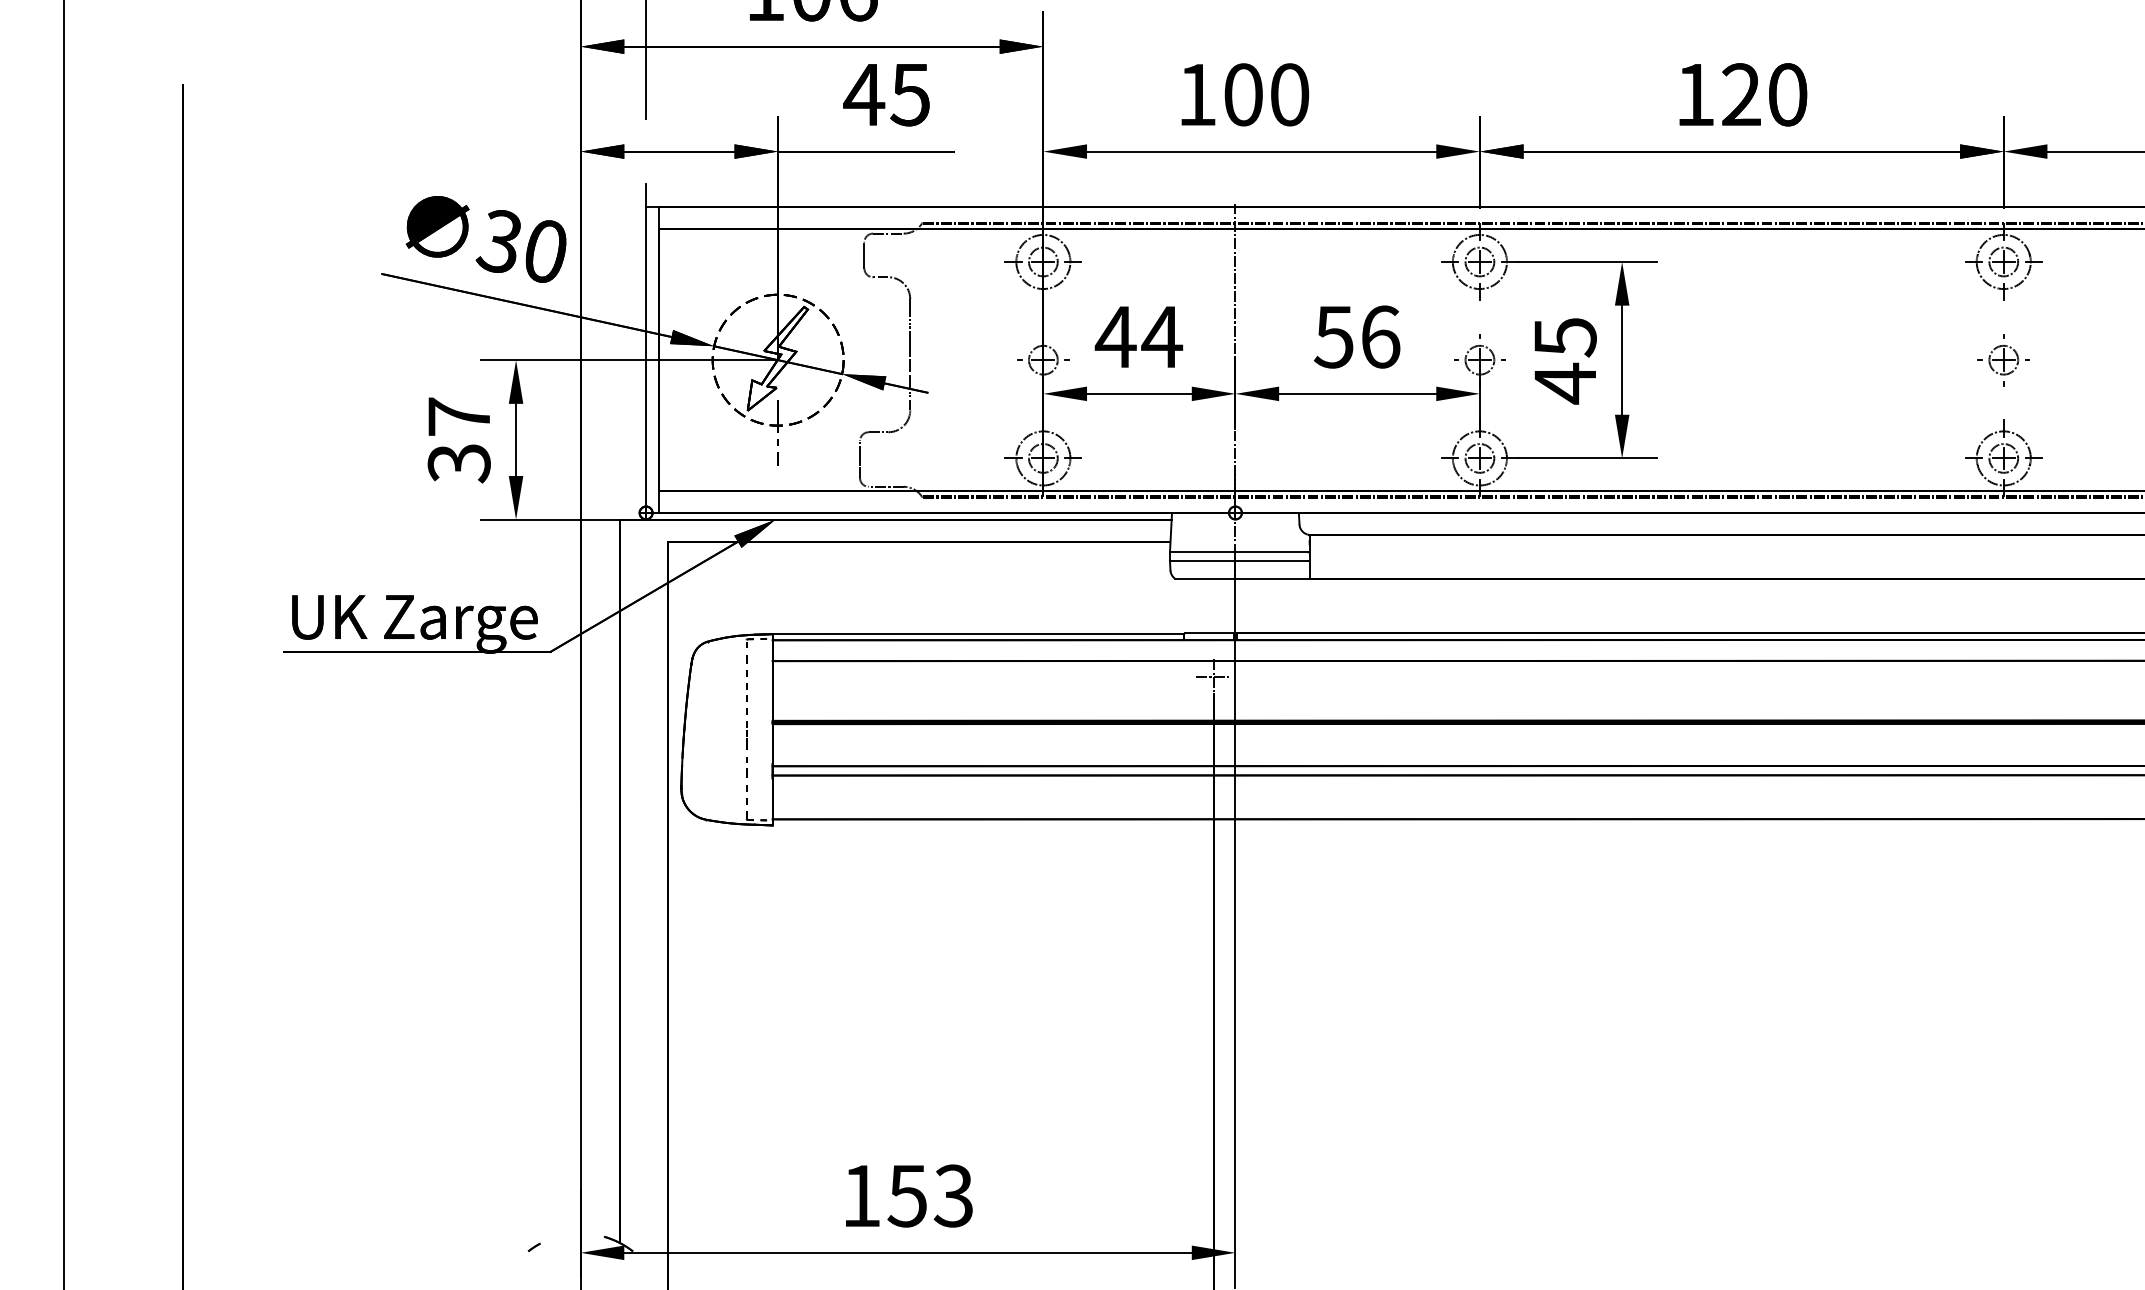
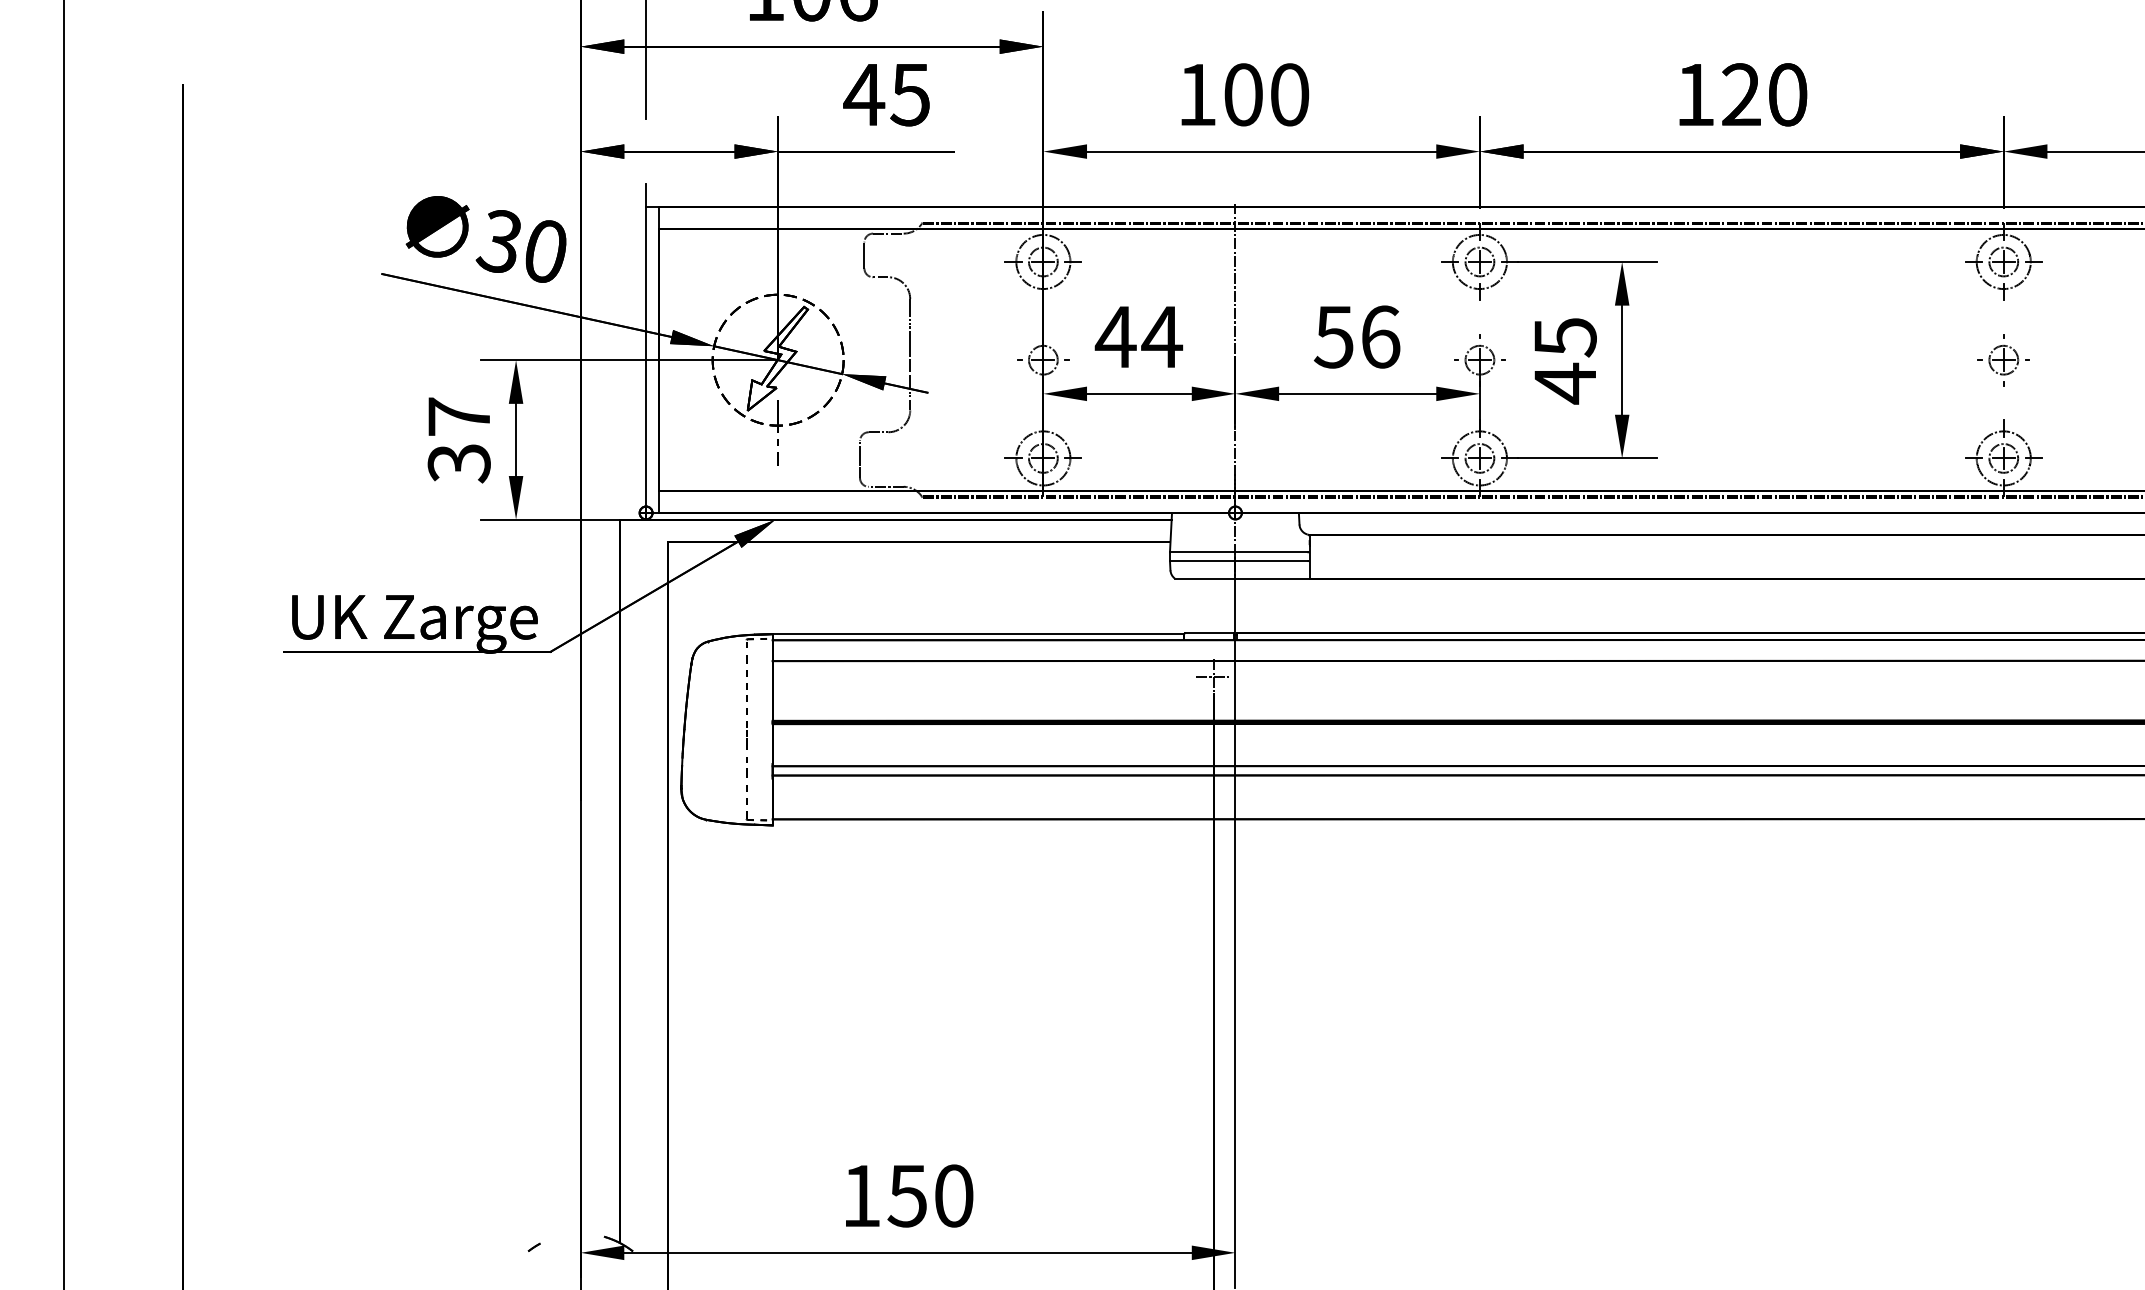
text at (953, 1195): 153 -> 150
